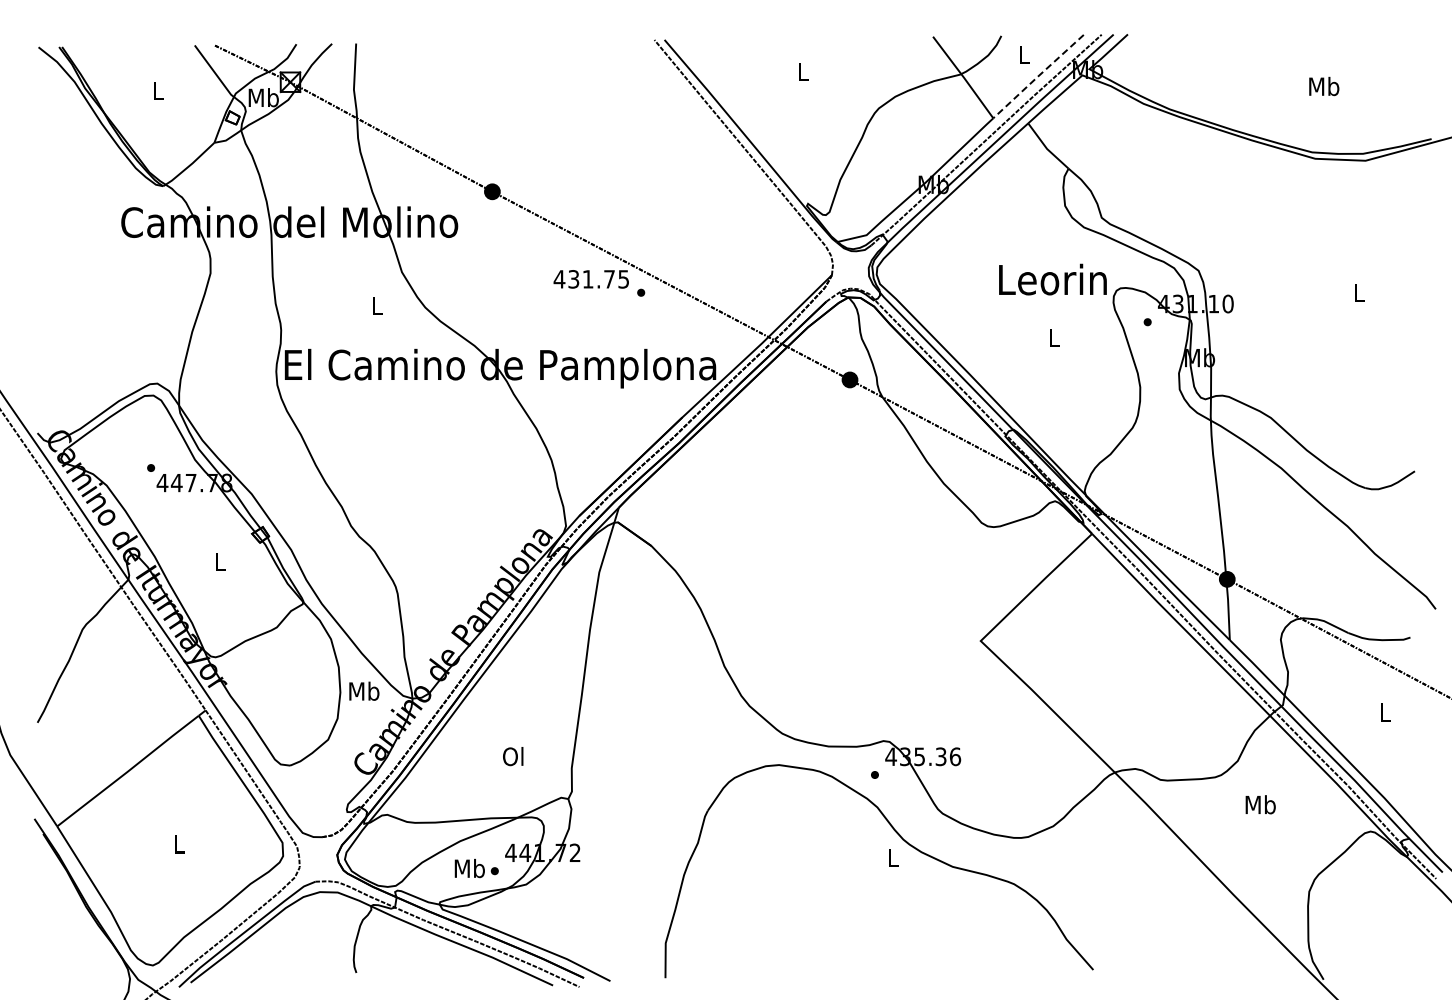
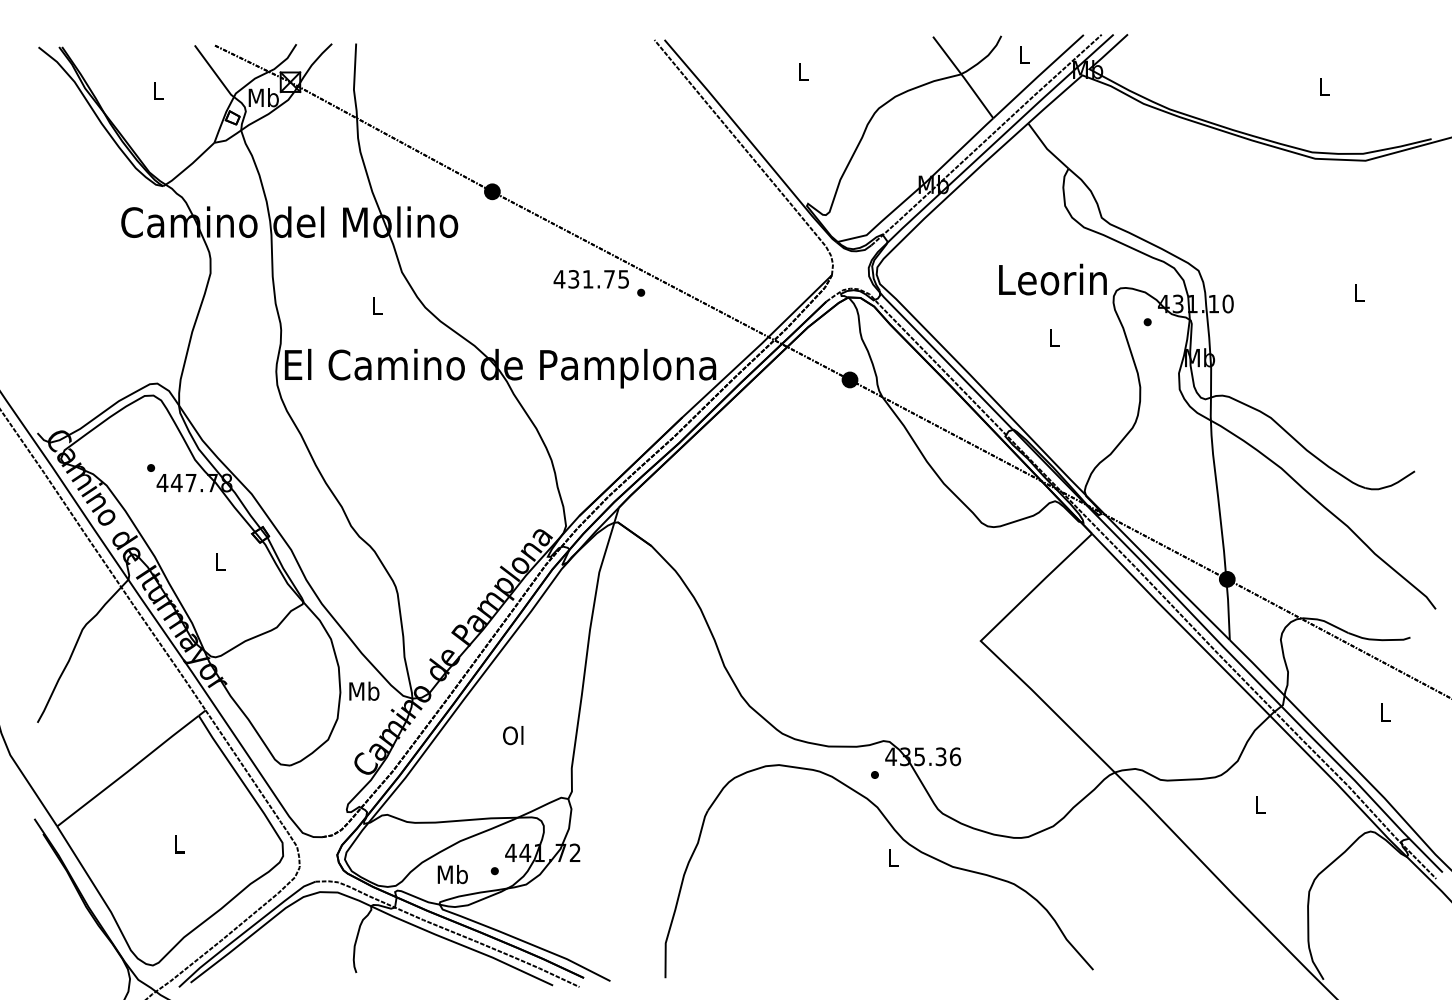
line at (1037, 76): dashed -> solid
text at (1324, 86): Mb -> L
text at (513, 756) position: (513, 756) -> (513, 735)
text at (1260, 804): Mb -> L
text at (469, 868) position: (469, 868) -> (452, 874)
